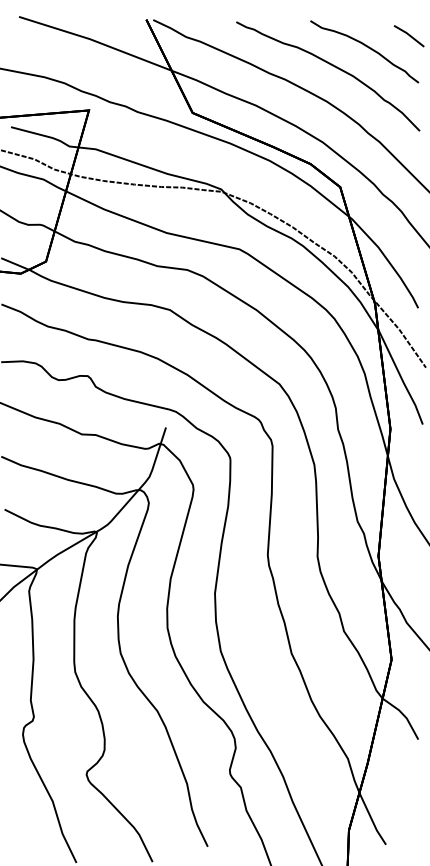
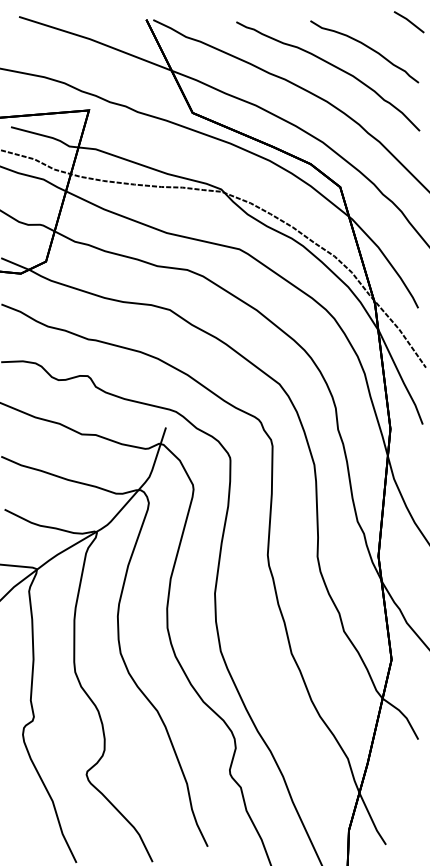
line at (408, 35) position: (408, 35) -> (408, 21)
